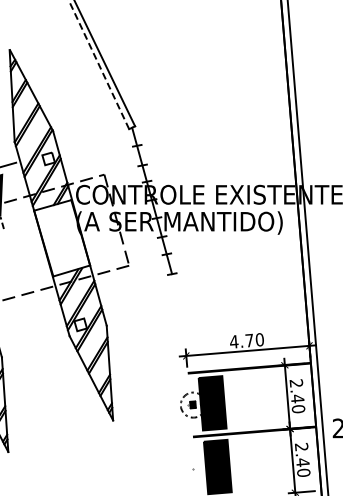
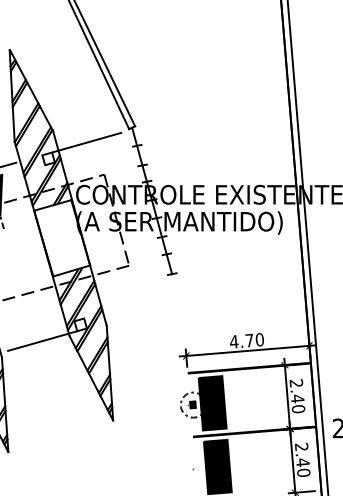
line at (99, 64): dashed -> solid
line at (86, 142): none -> present
line at (42, 340): none -> present
